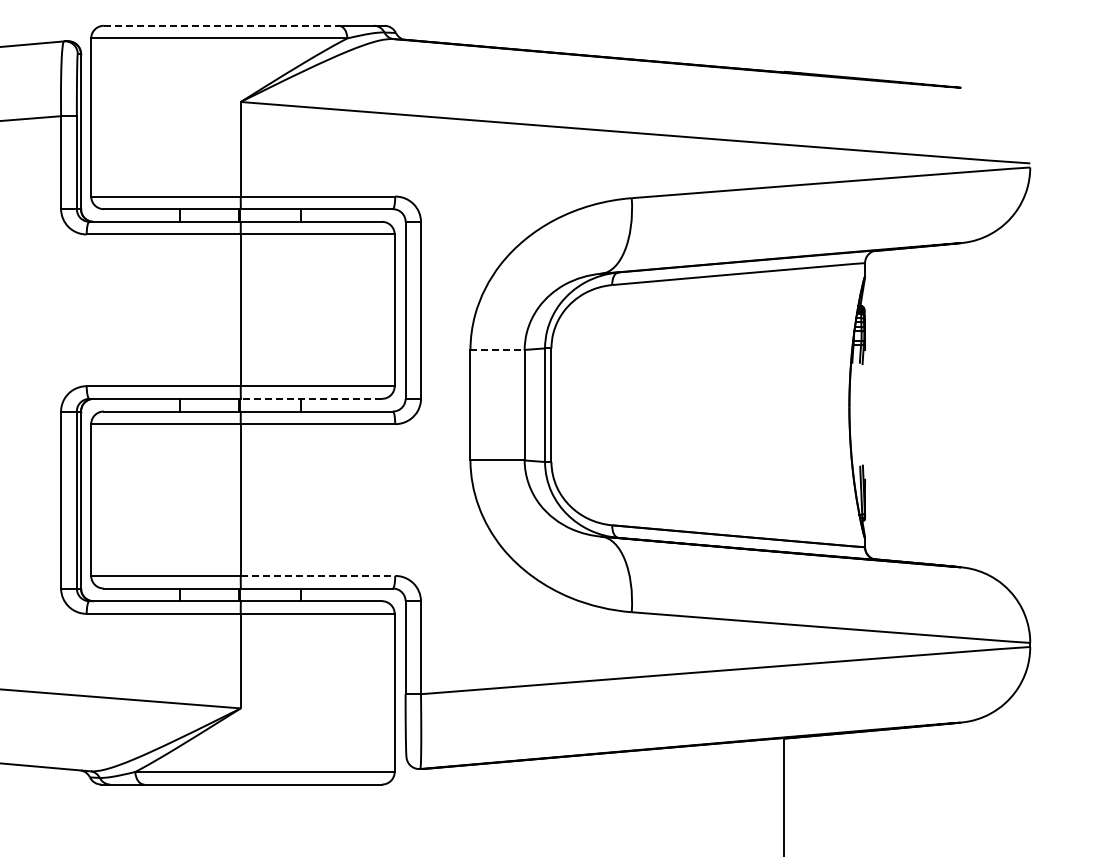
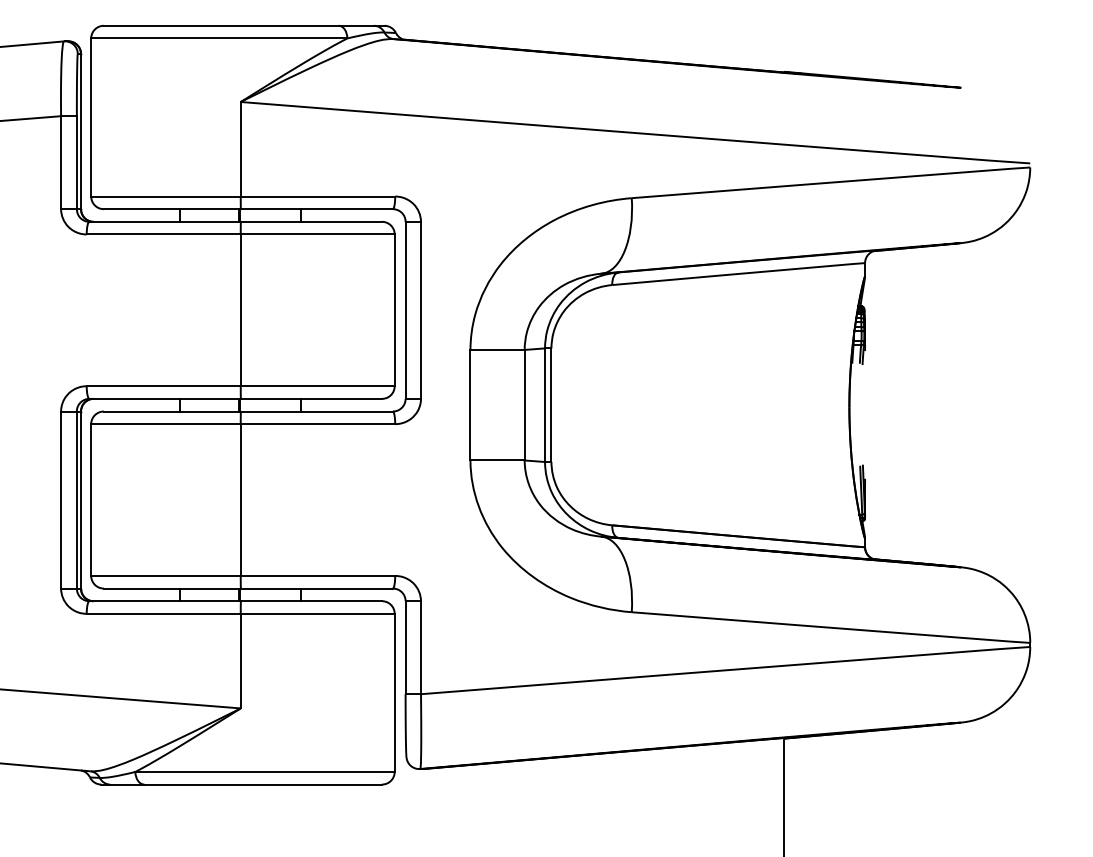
line at (221, 25): dashed -> solid
line at (498, 349): dashed -> solid
line at (311, 398): dashed -> solid
line at (318, 575): dashed -> solid
